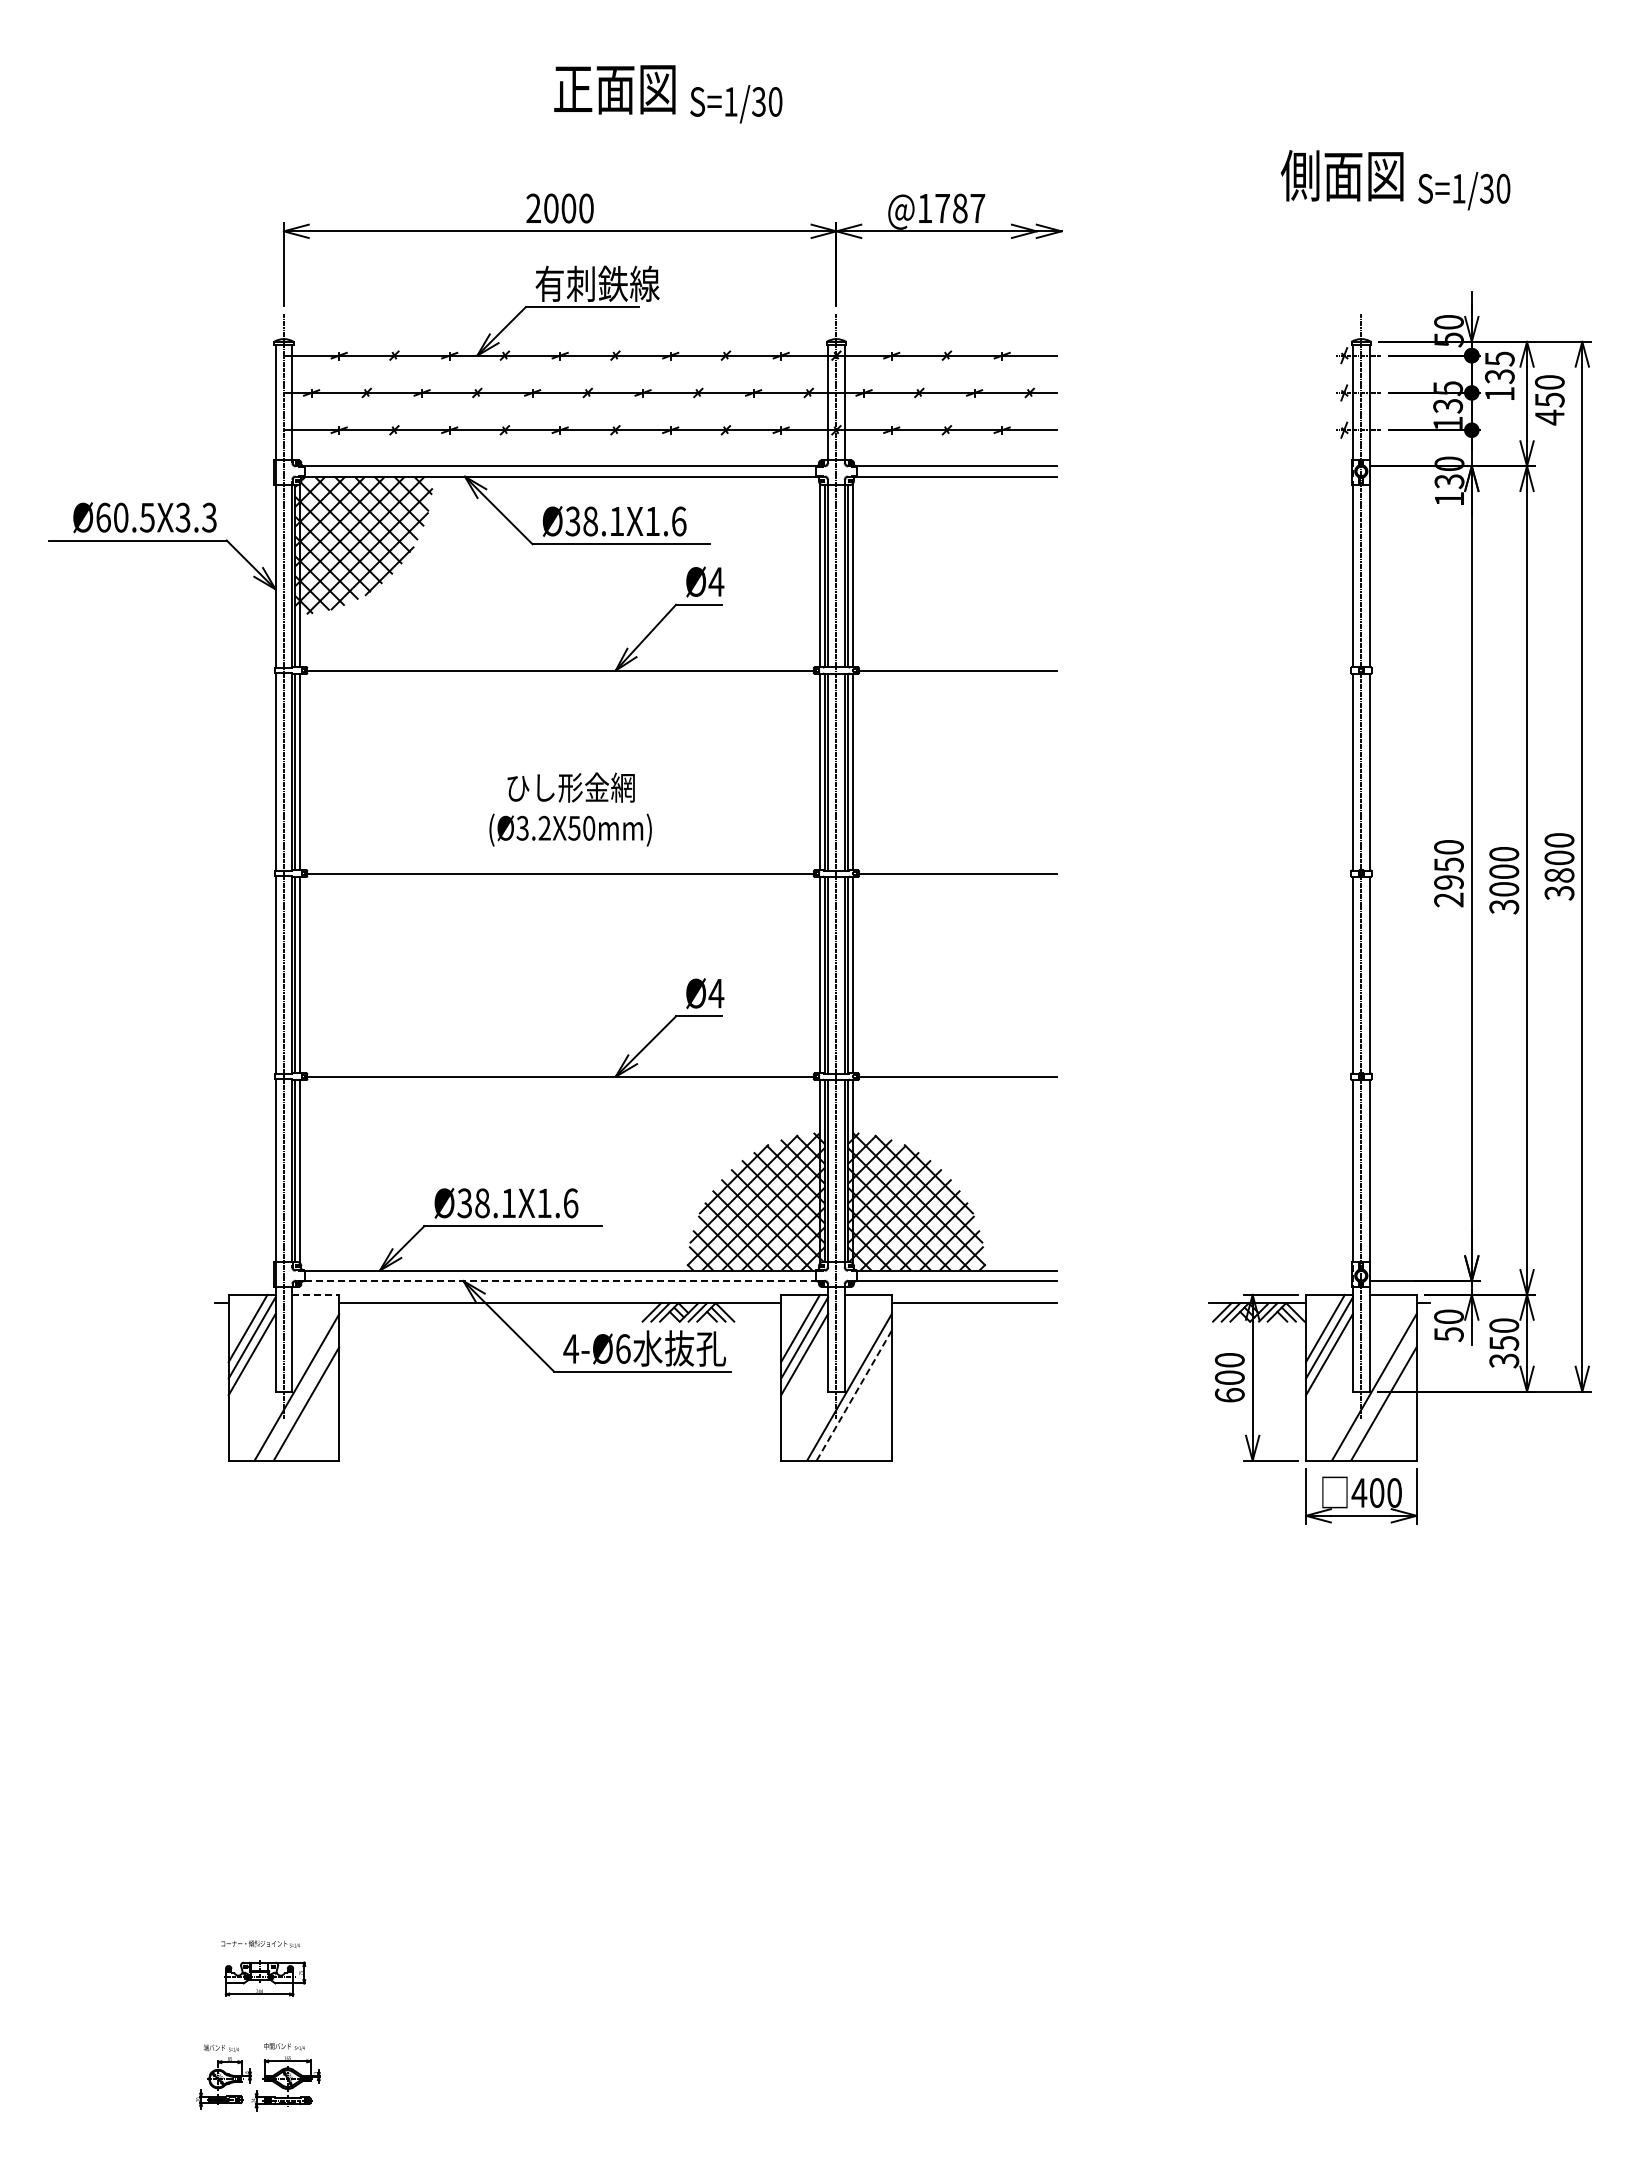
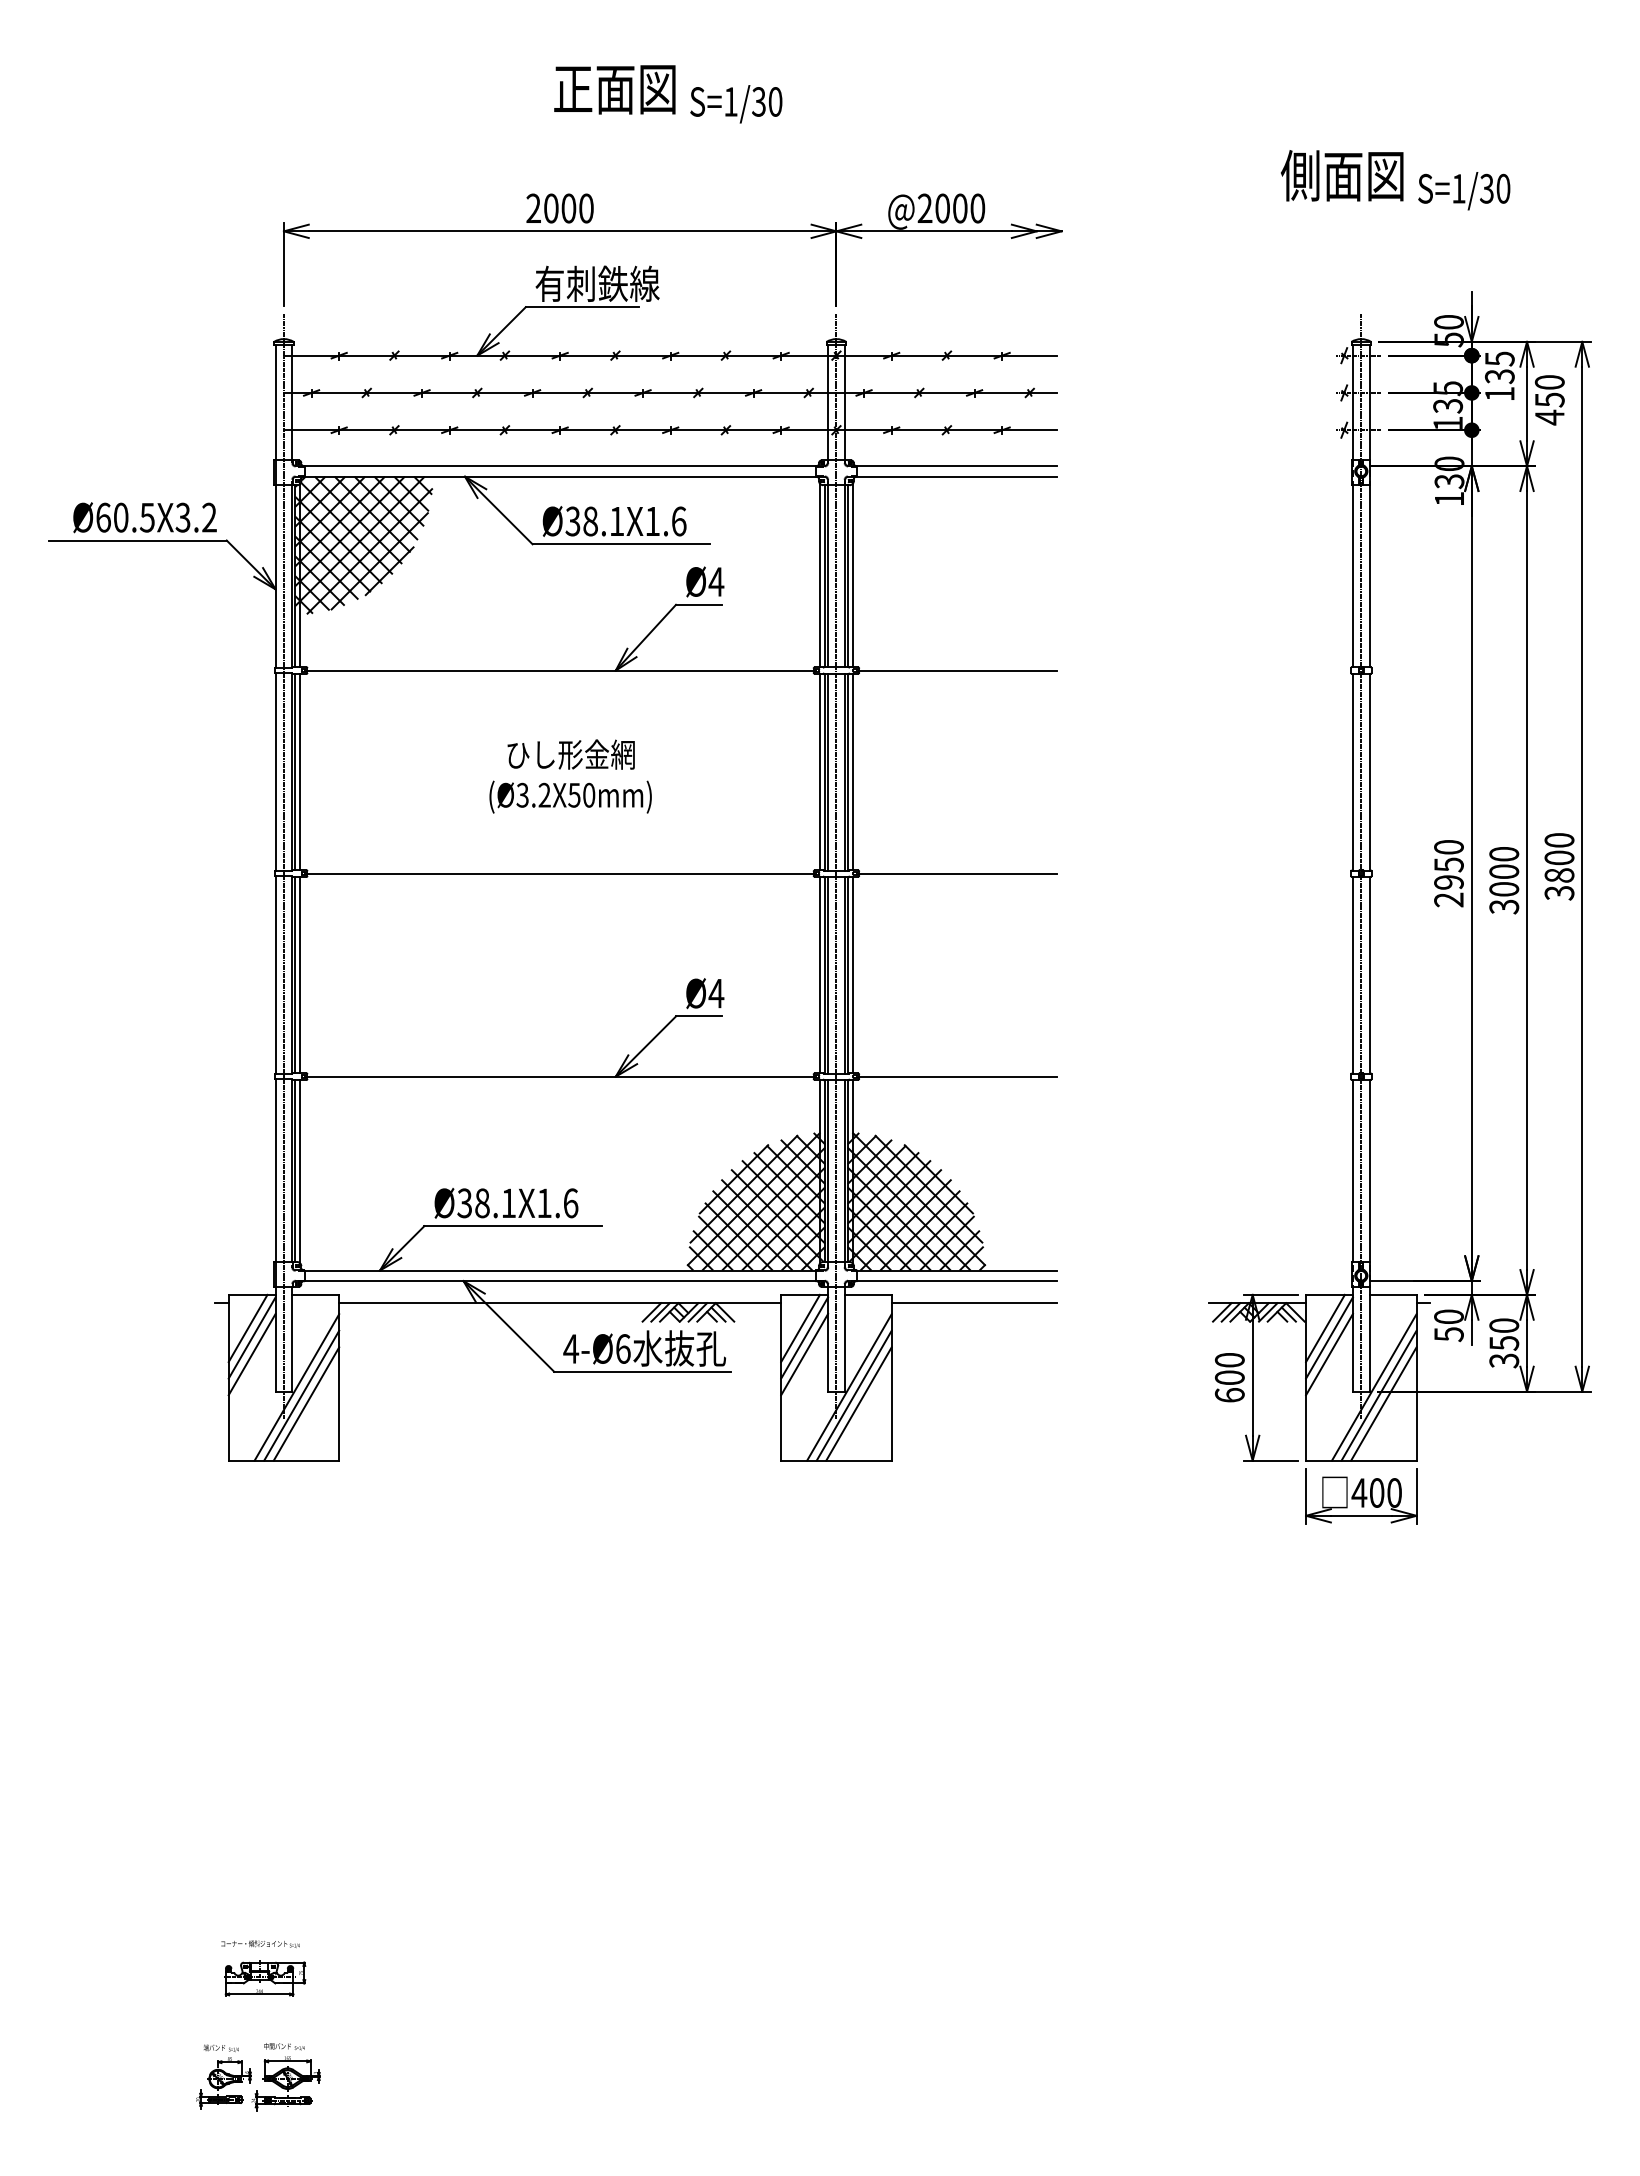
text at (951, 208): @1787 -> @2000
text at (209, 517): Ø60.5X3.3 -> Ø60.5X3.2
text at (570, 809) position: (570, 809) -> (570, 776)
line at (560, 1281): dashed -> solid
line at (316, 1294): dashed -> solid
line at (301, 1395): none -> present
line at (854, 1395): dashed -> solid
line at (1378, 1395): none -> present
line at (858, 1403): none -> present
